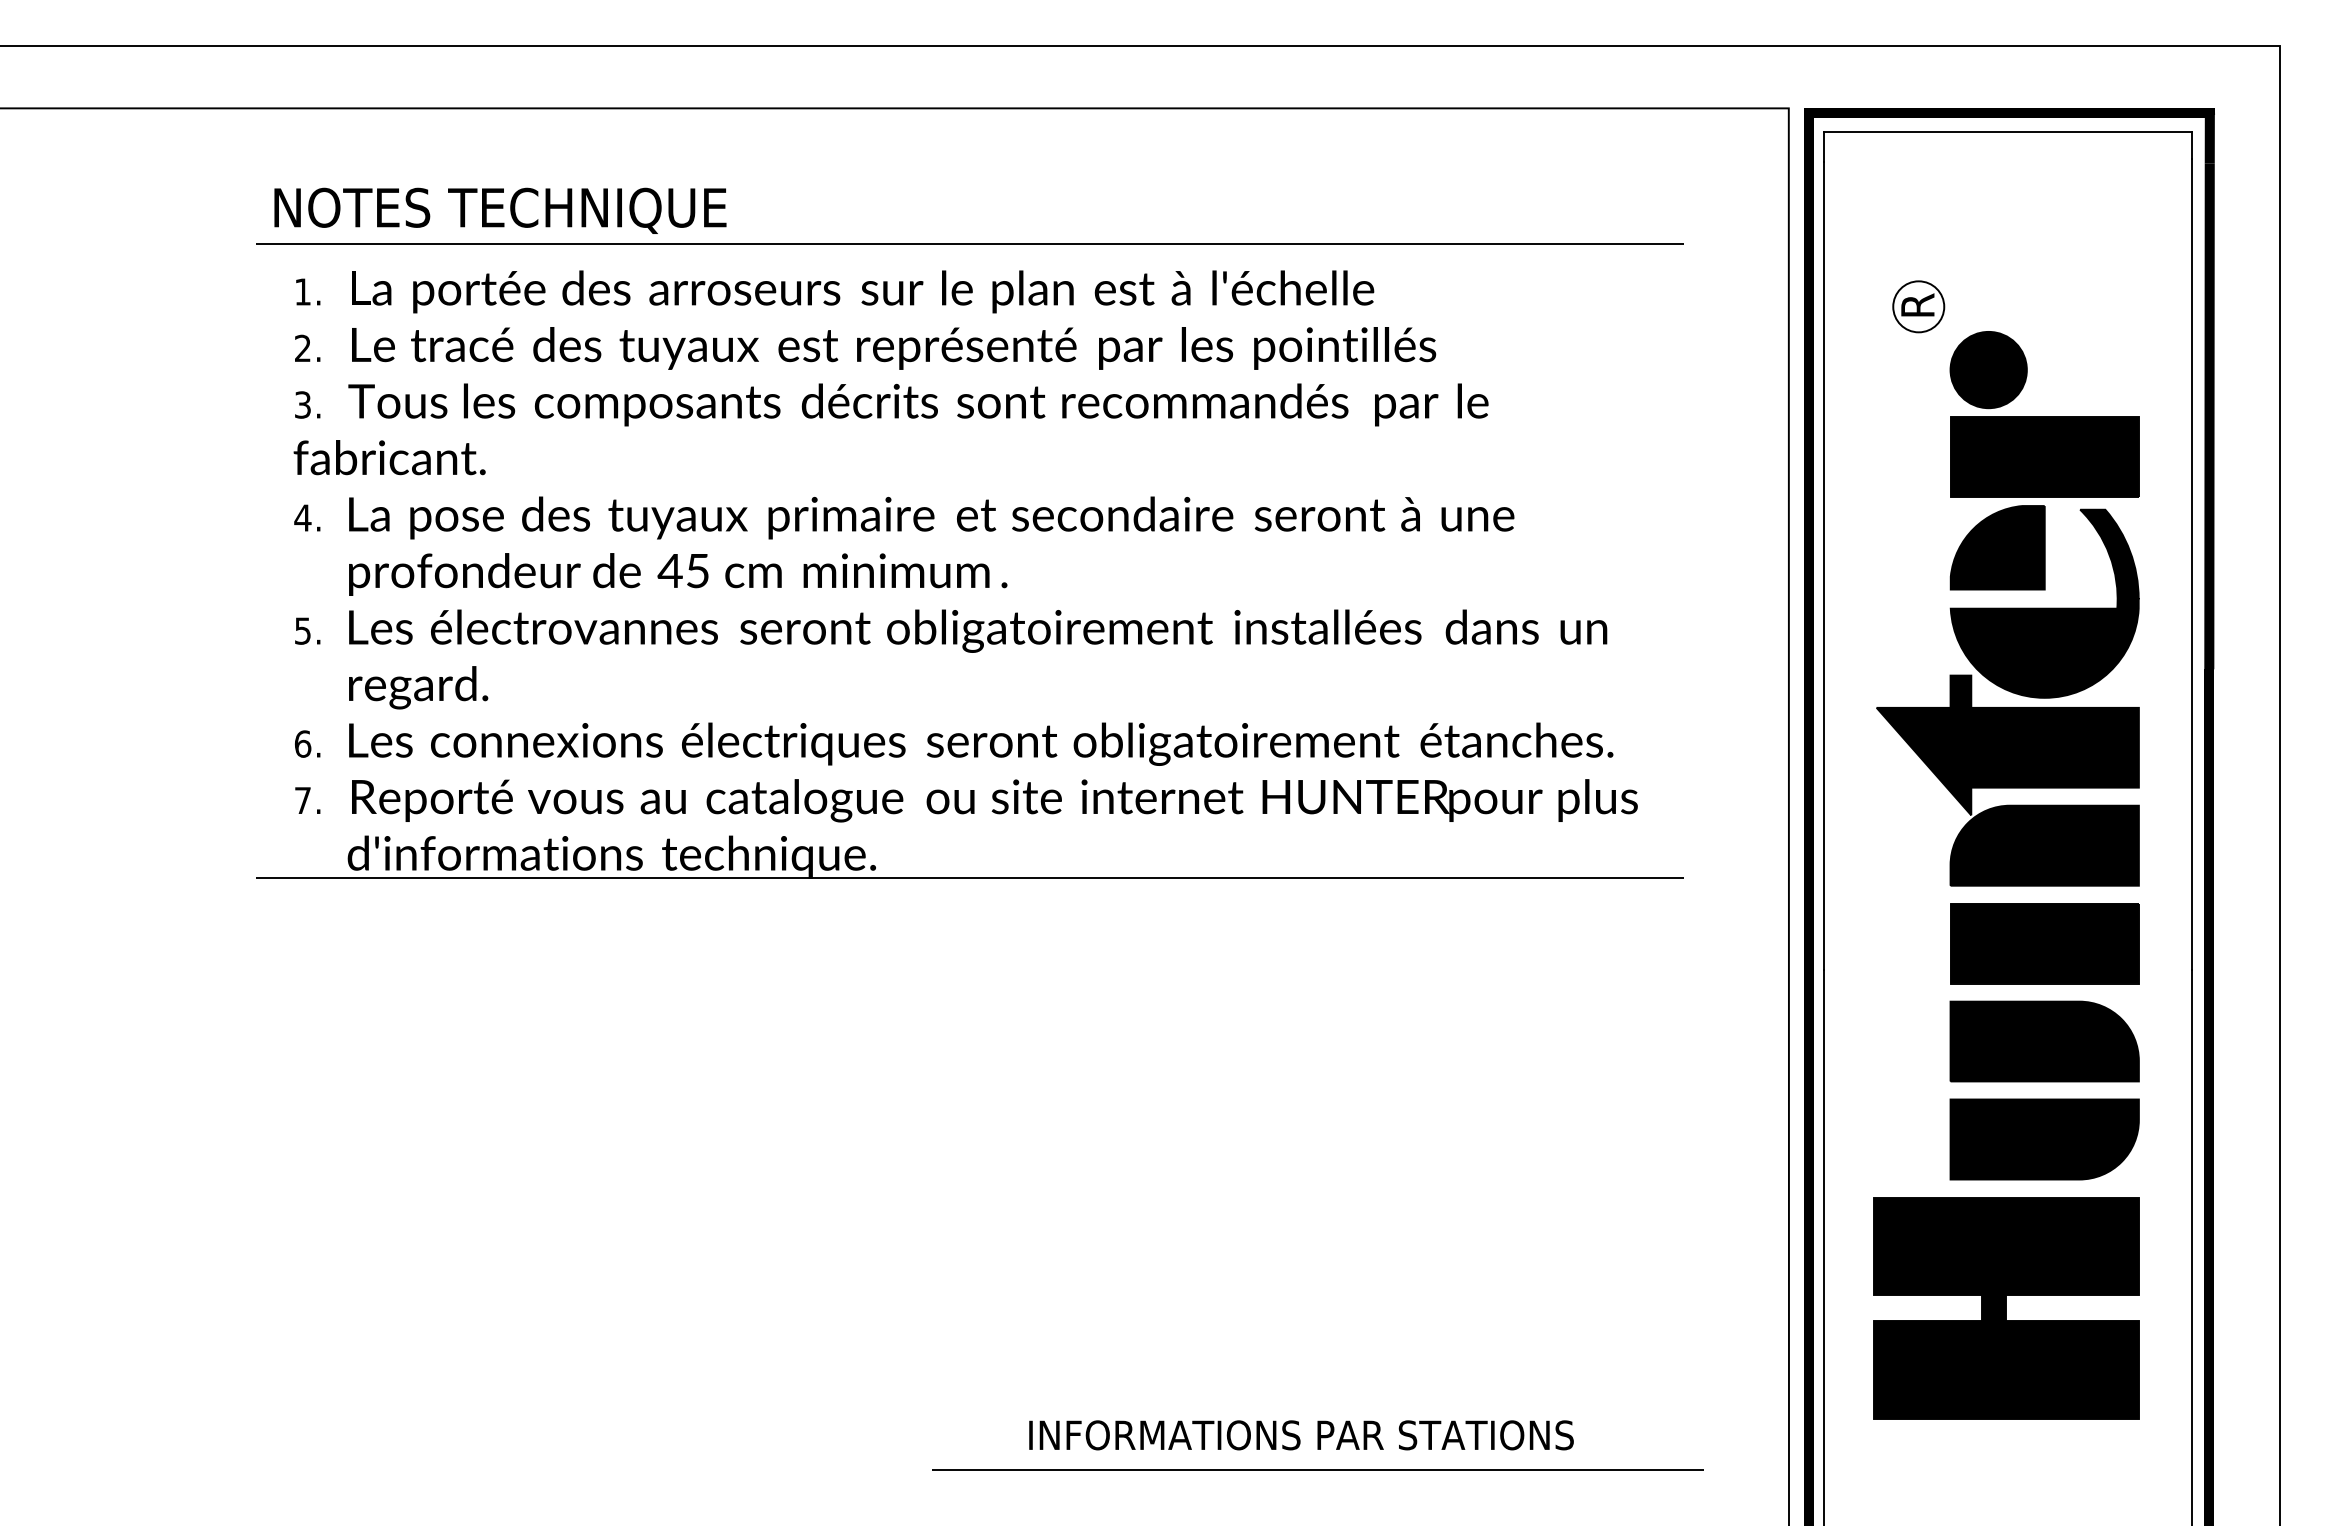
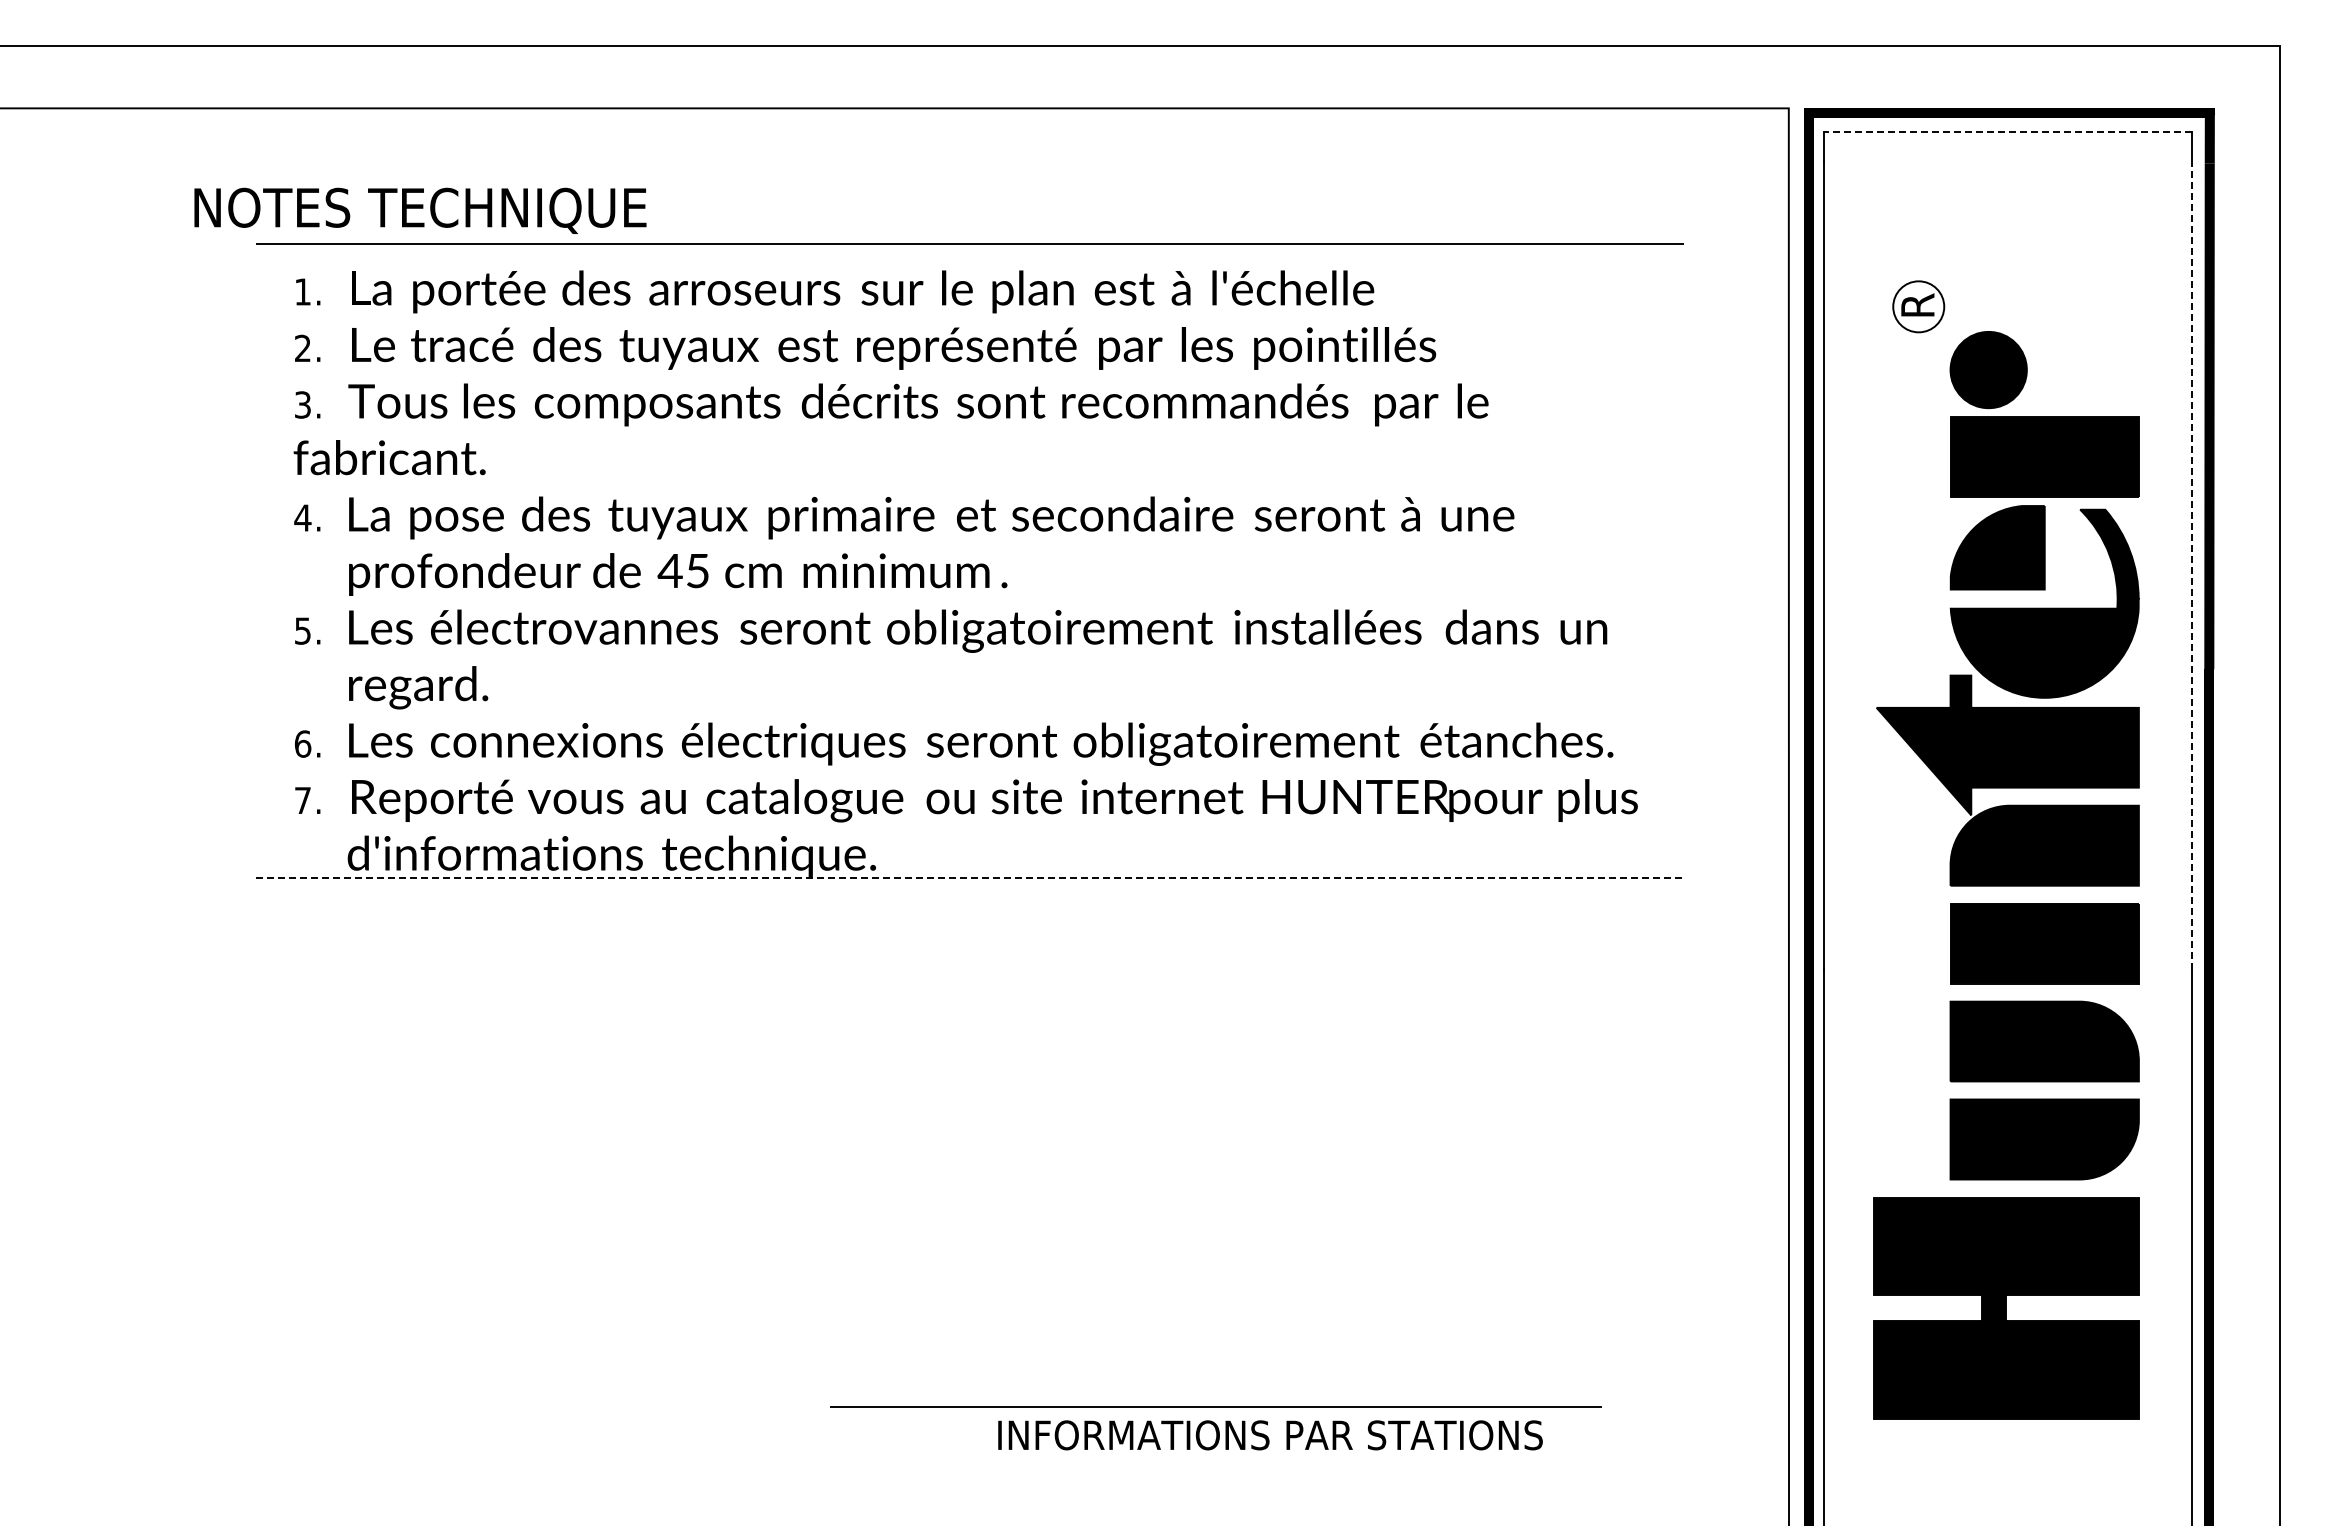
line at (2008, 132): solid -> dashed
text at (500, 210) position: (500, 210) -> (420, 210)
line at (2192, 563): solid -> dashed
line at (969, 878): solid -> dashed
text at (1301, 1435) position: (1301, 1435) -> (1270, 1435)
line at (1317, 1469) position: (1317, 1469) -> (1215, 1406)
